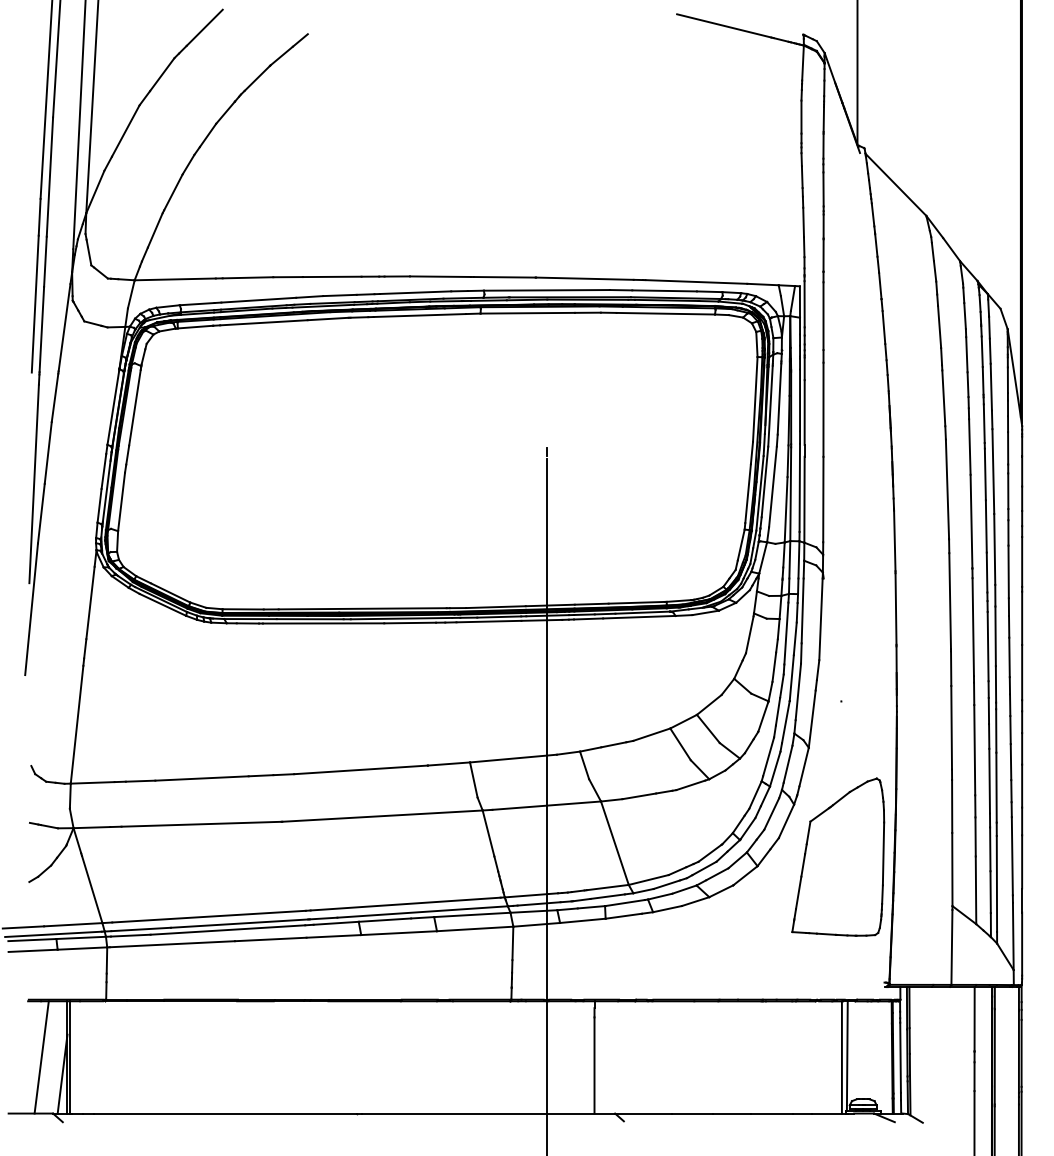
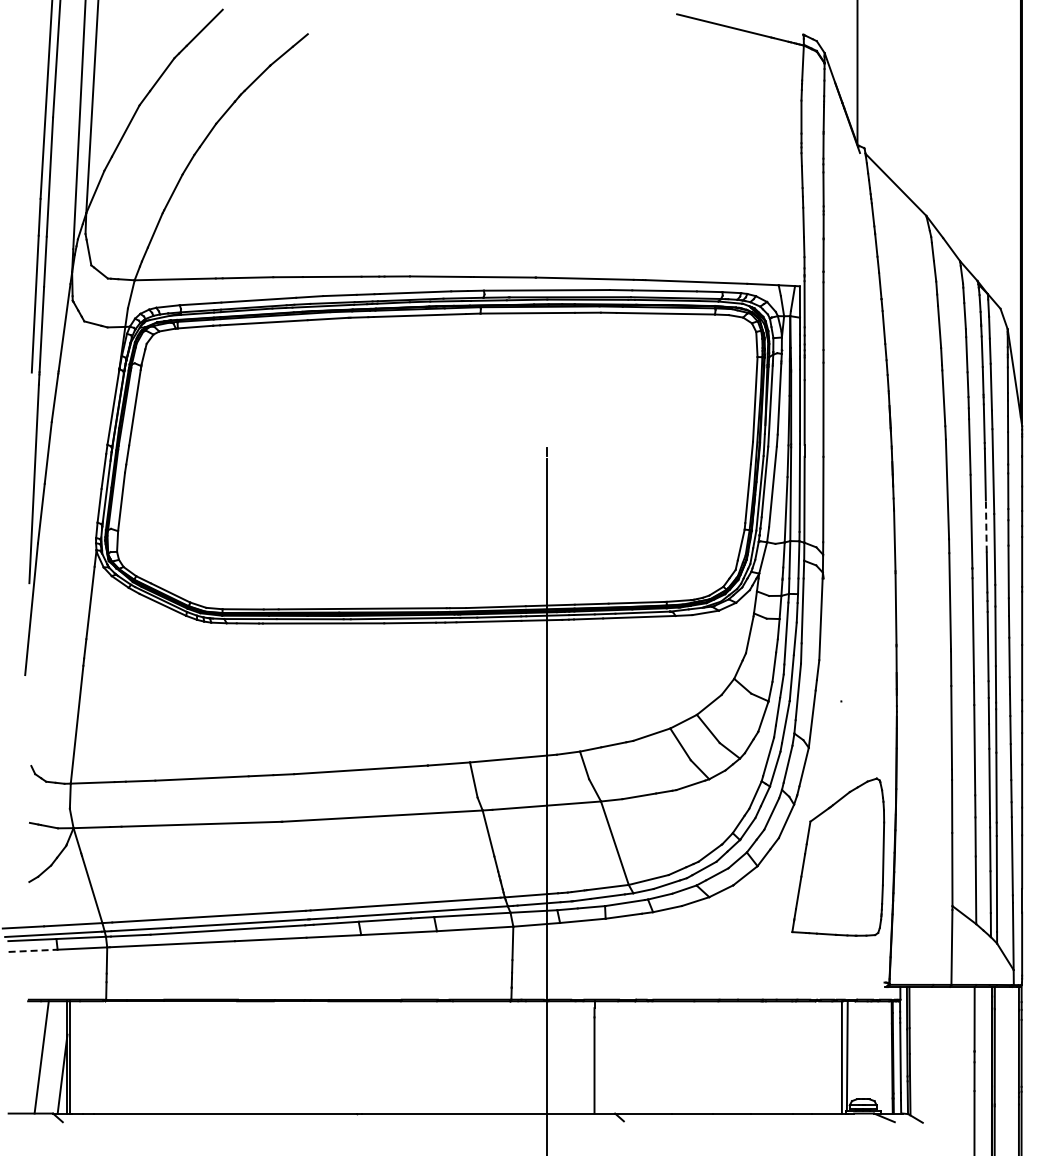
line at (986, 525): solid -> dashed
line at (33, 950): solid -> dashed
